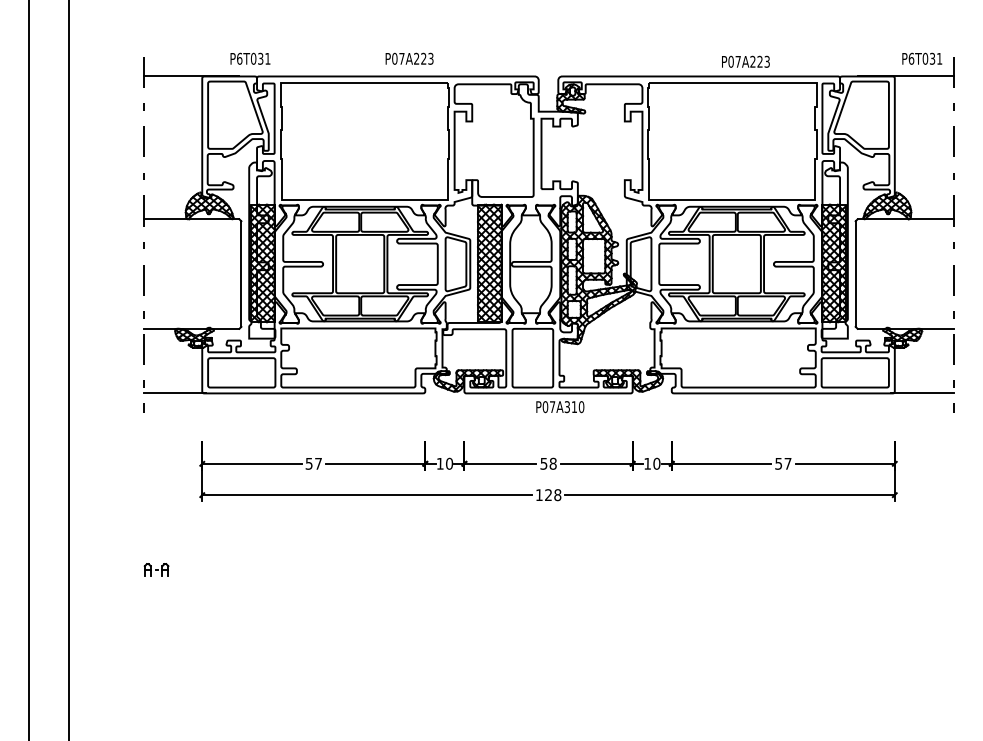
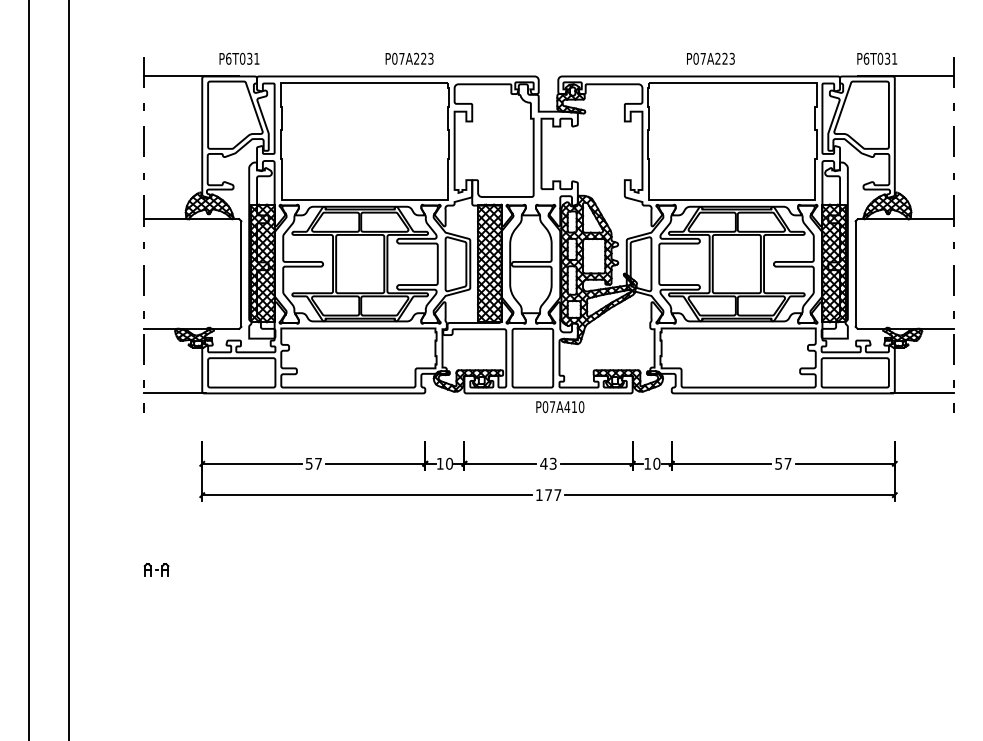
text at (250, 58) position: (250, 58) -> (239, 58)
text at (922, 58) position: (922, 58) -> (877, 58)
text at (745, 61) position: (745, 61) -> (710, 58)
text at (567, 407): P07A310 -> P07A410
text at (548, 463): 58 -> 43
text at (553, 495): 128 -> 177
